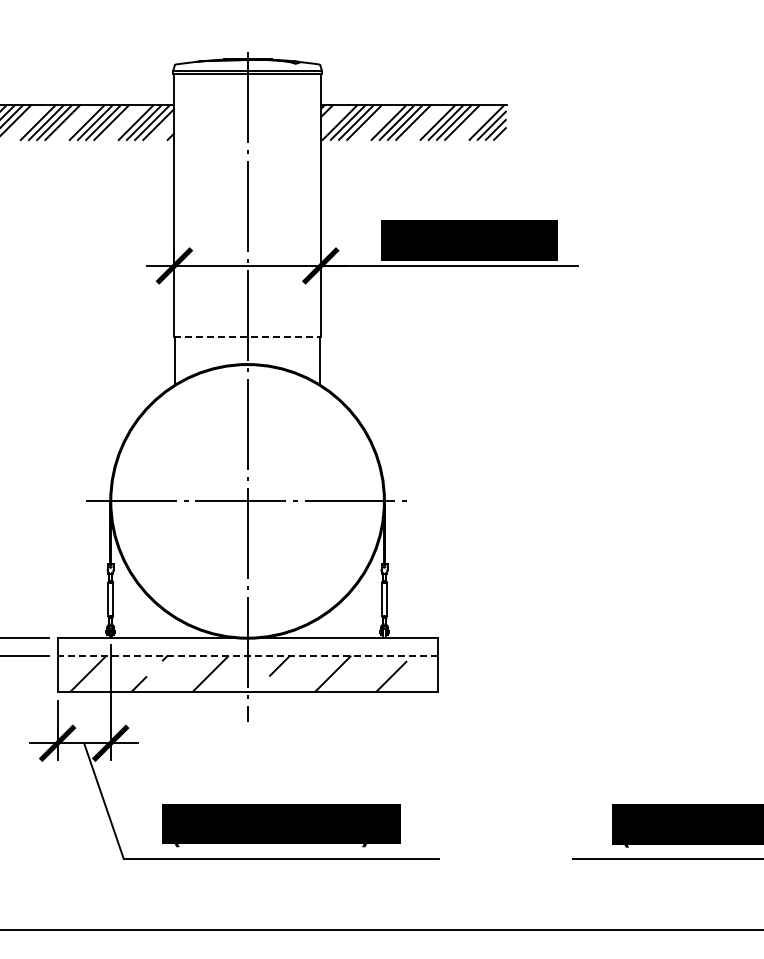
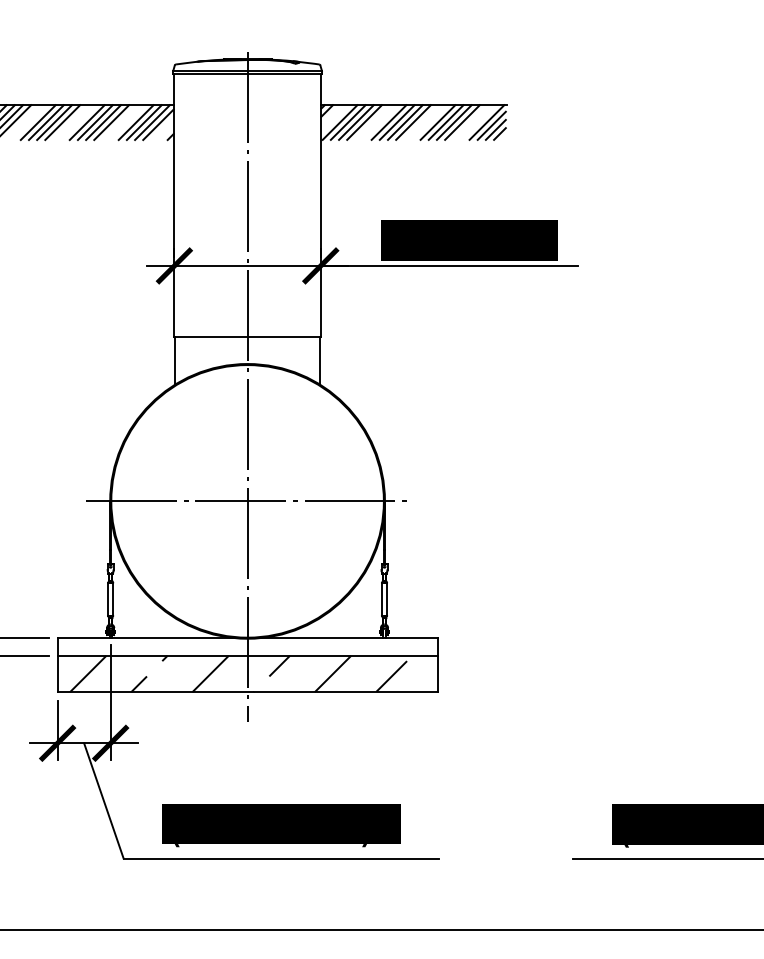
line at (248, 337): dashed -> solid
line at (247, 655): dashed -> solid
